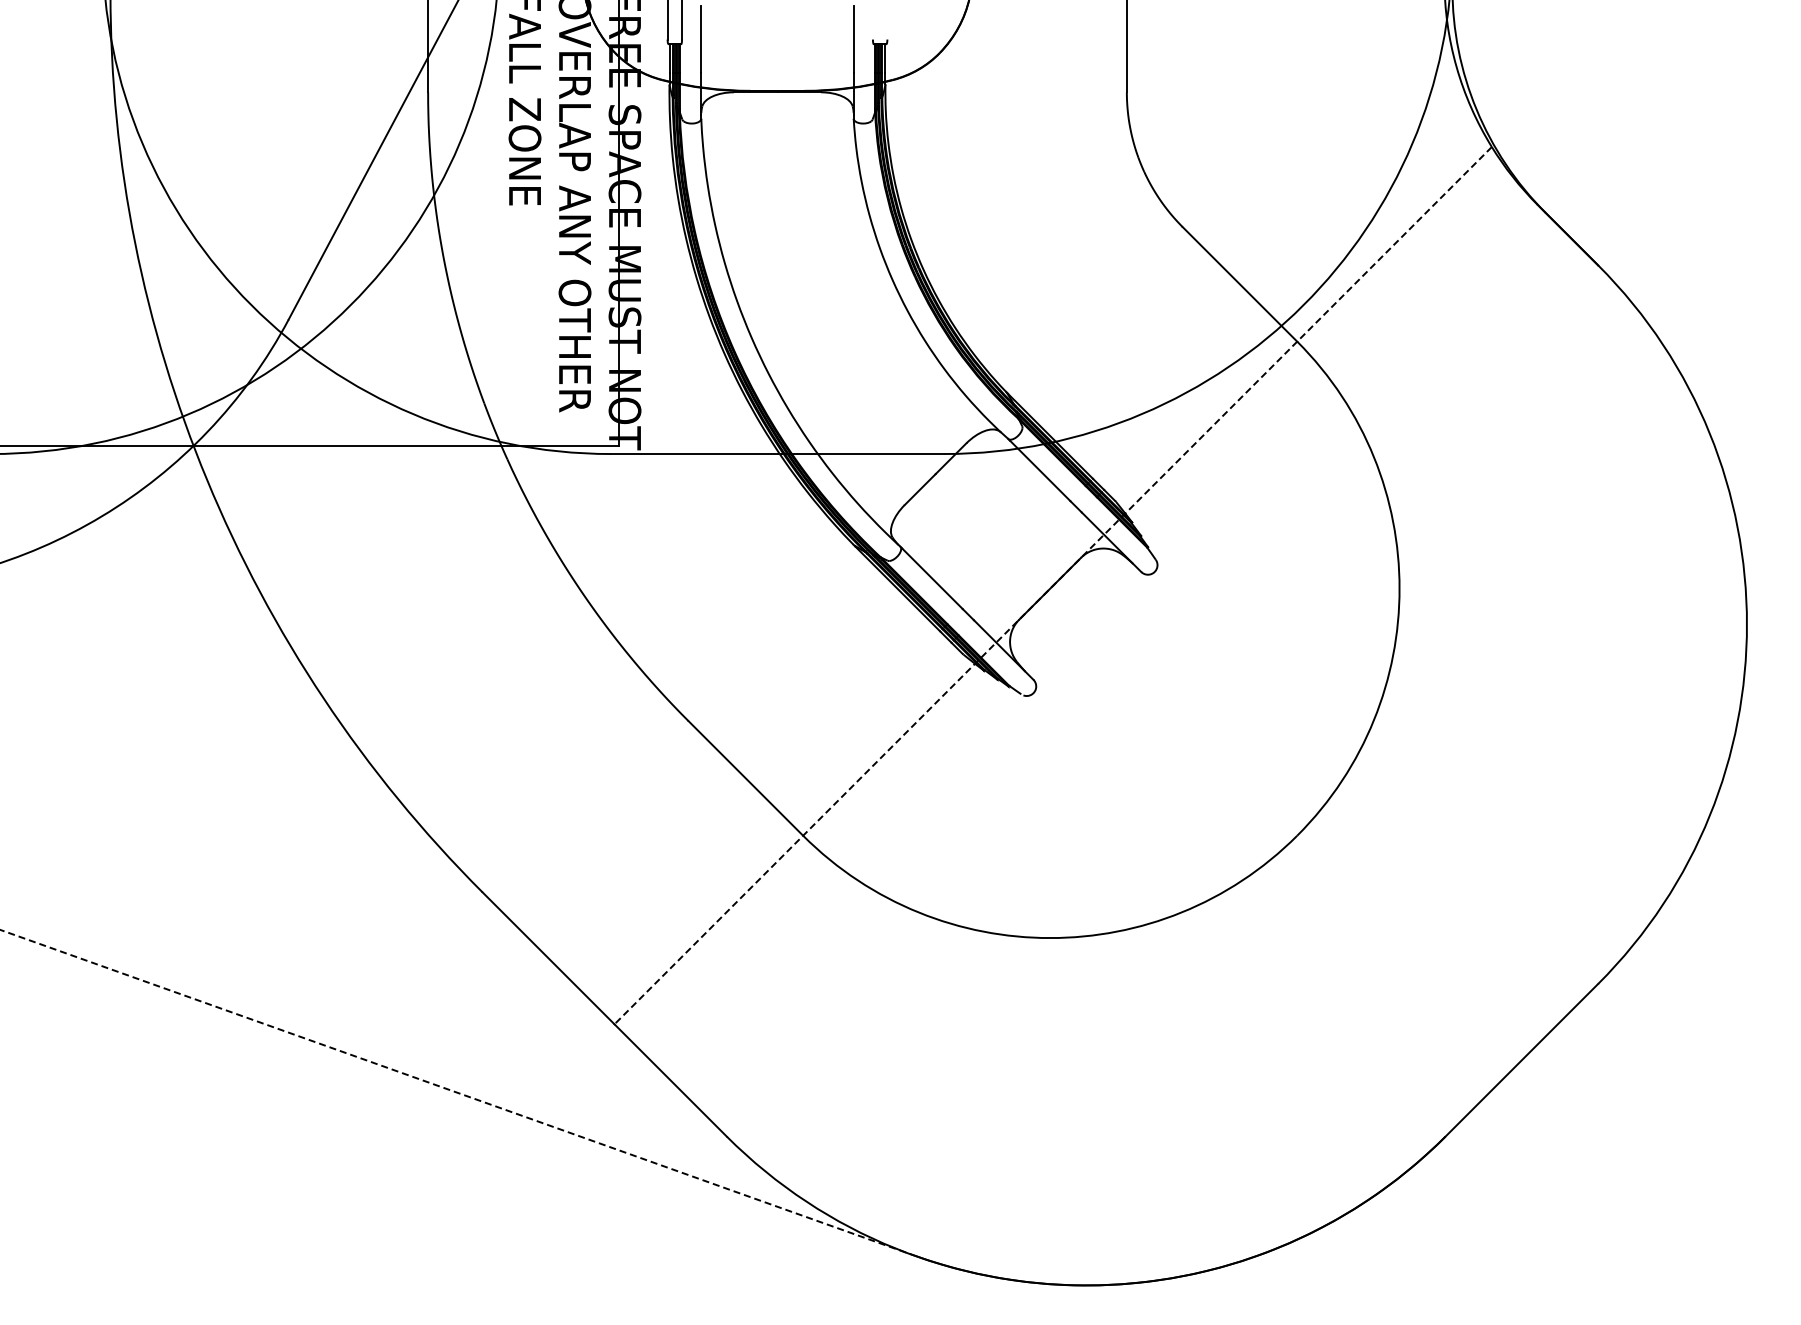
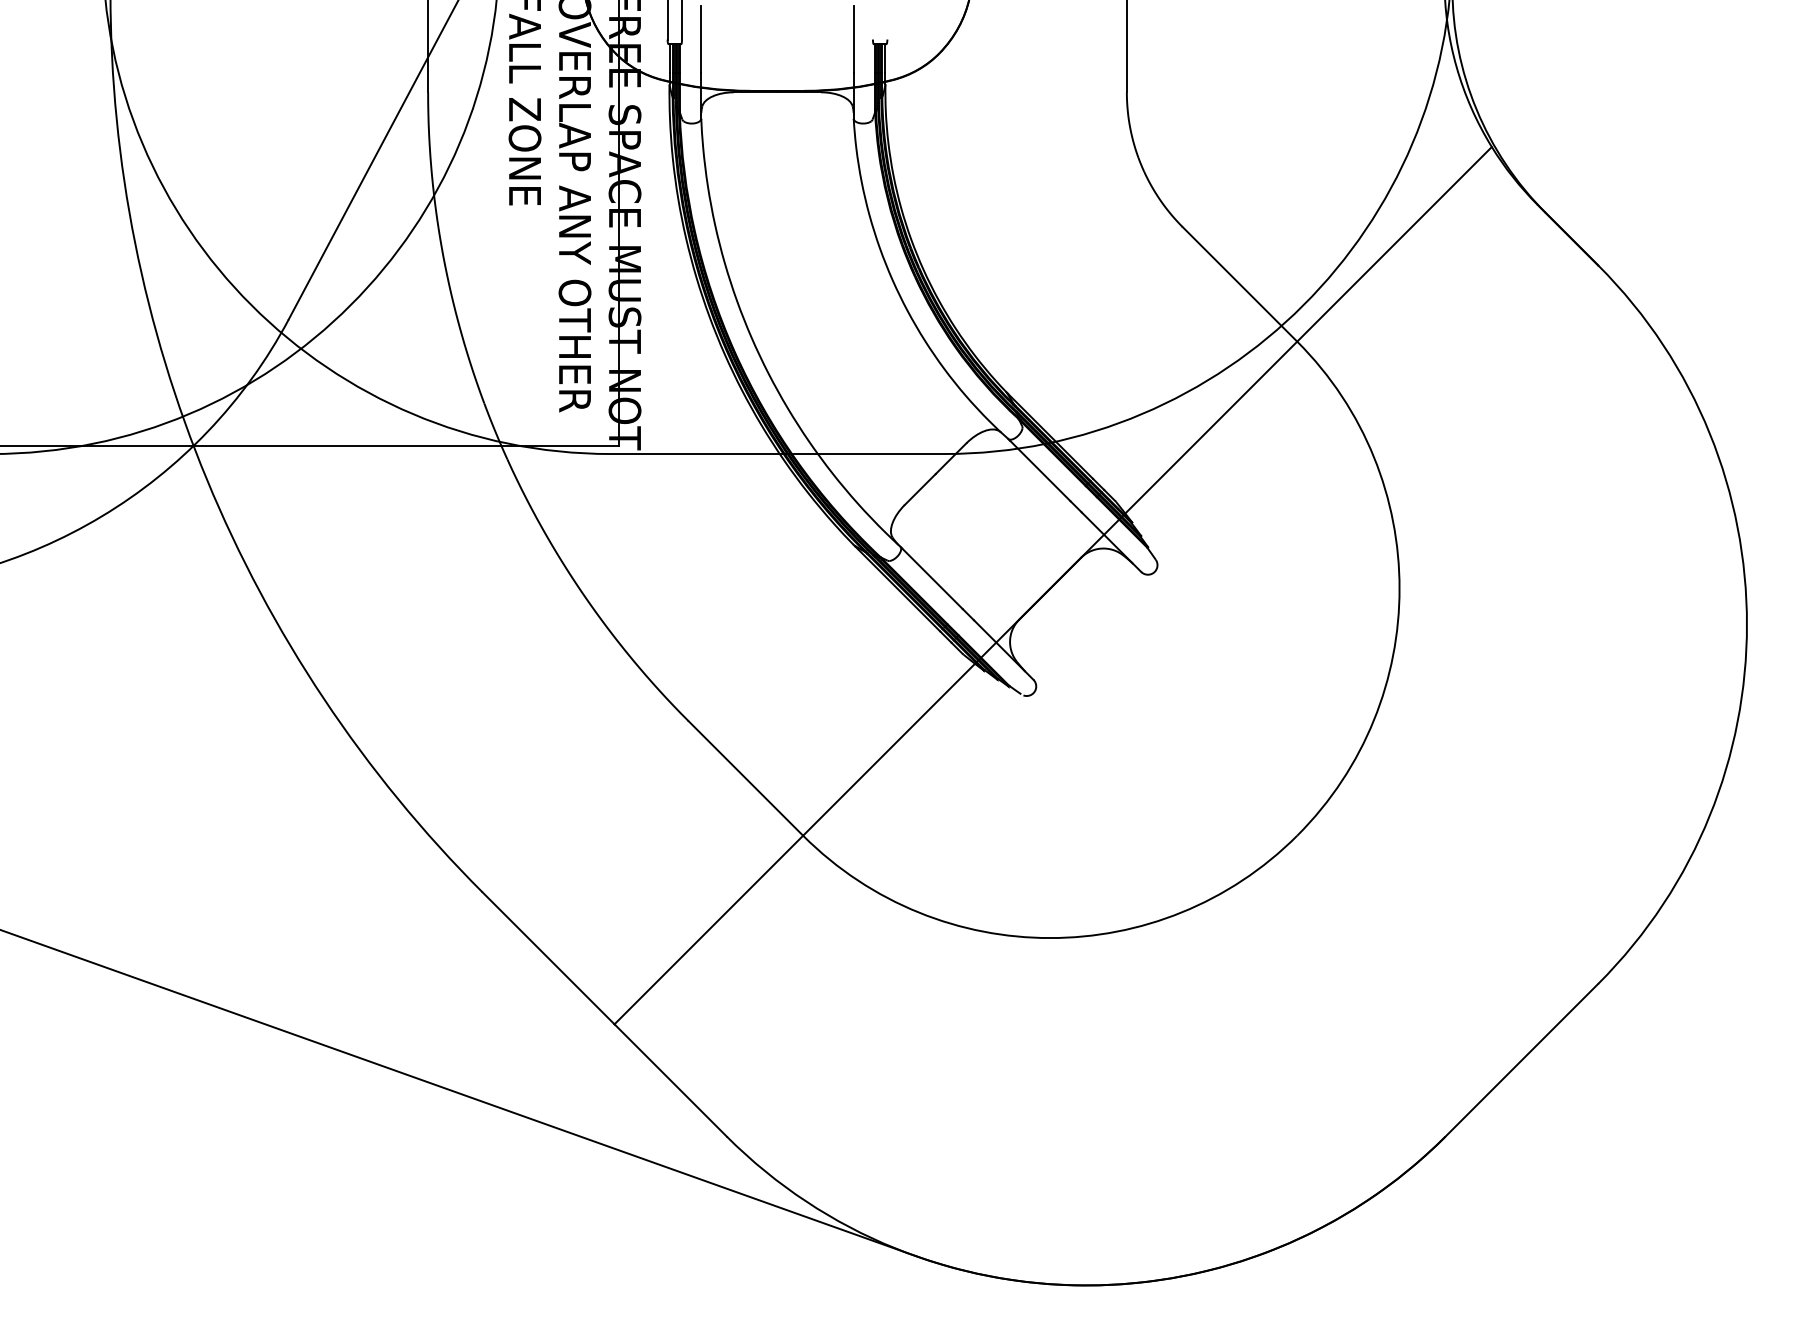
line at (1052, 586): dashed -> solid
line at (457, 1092): dashed -> solid
